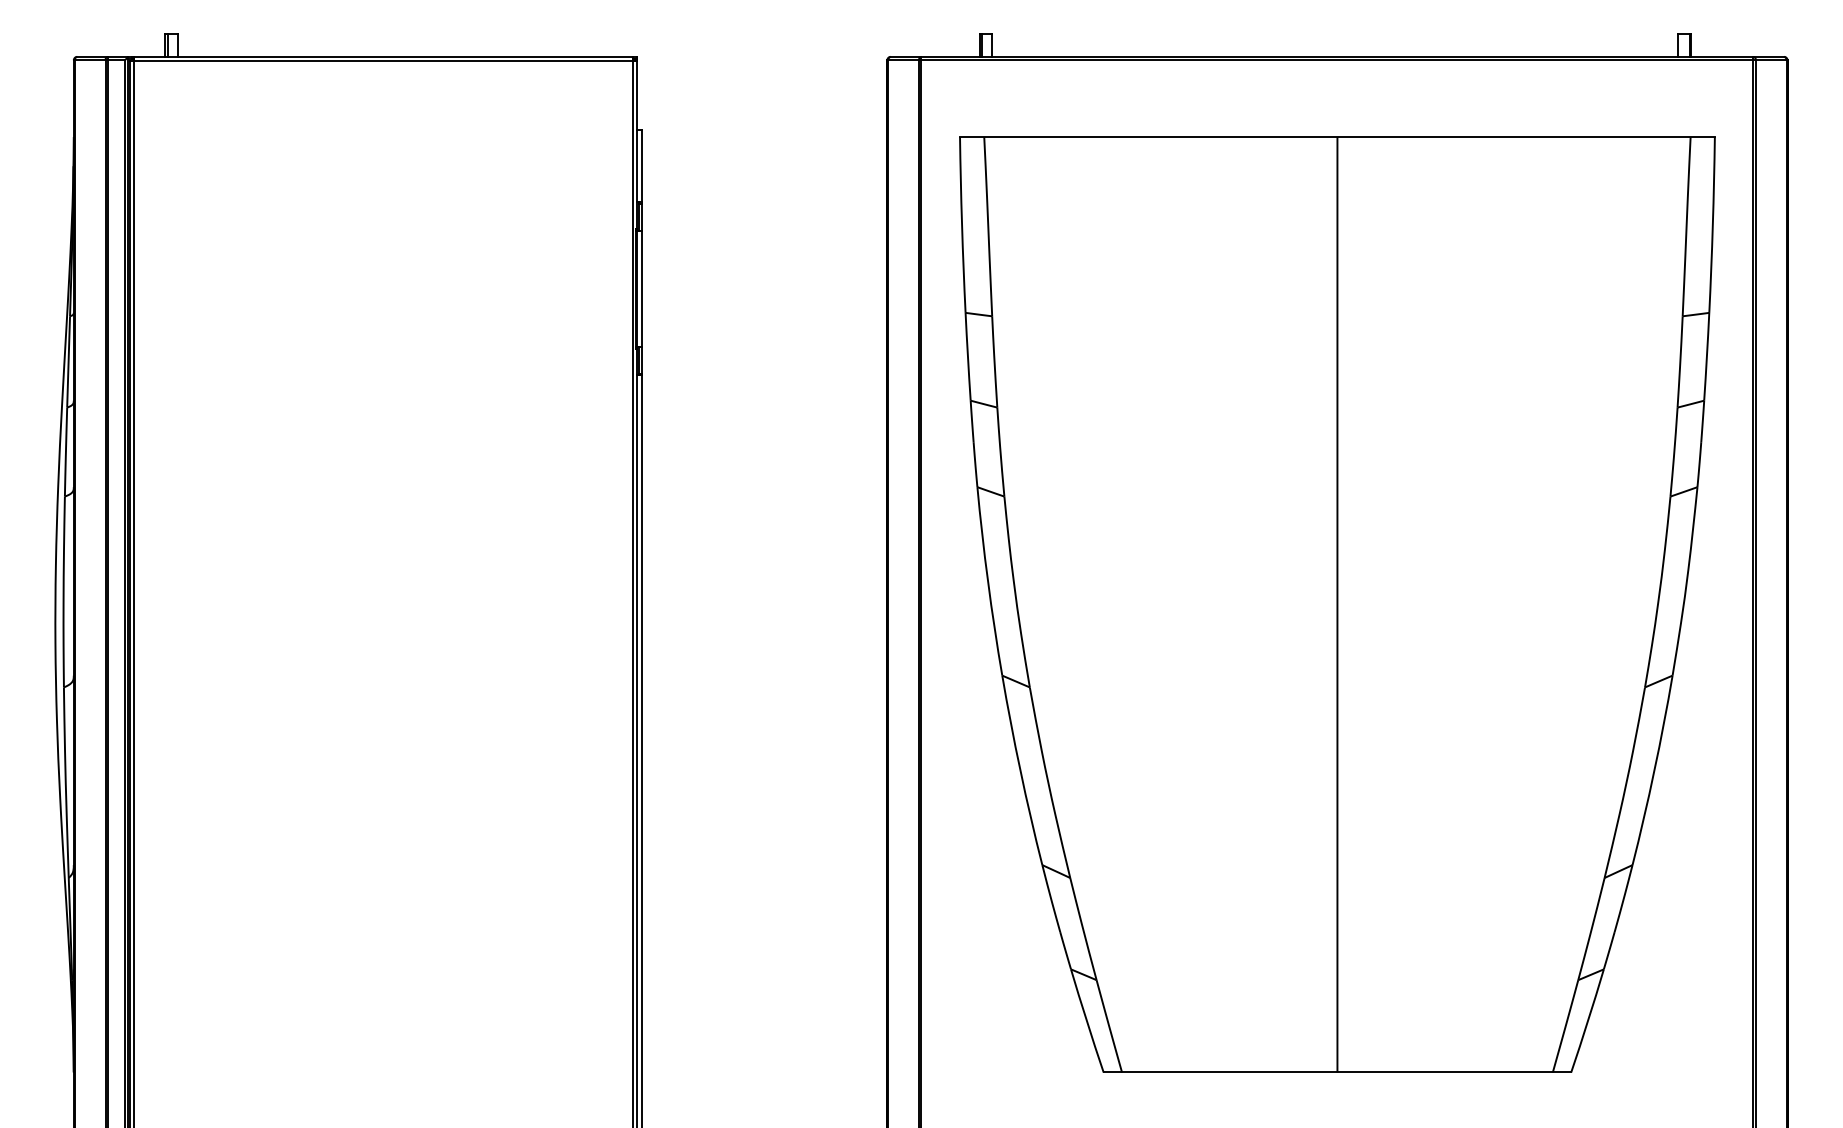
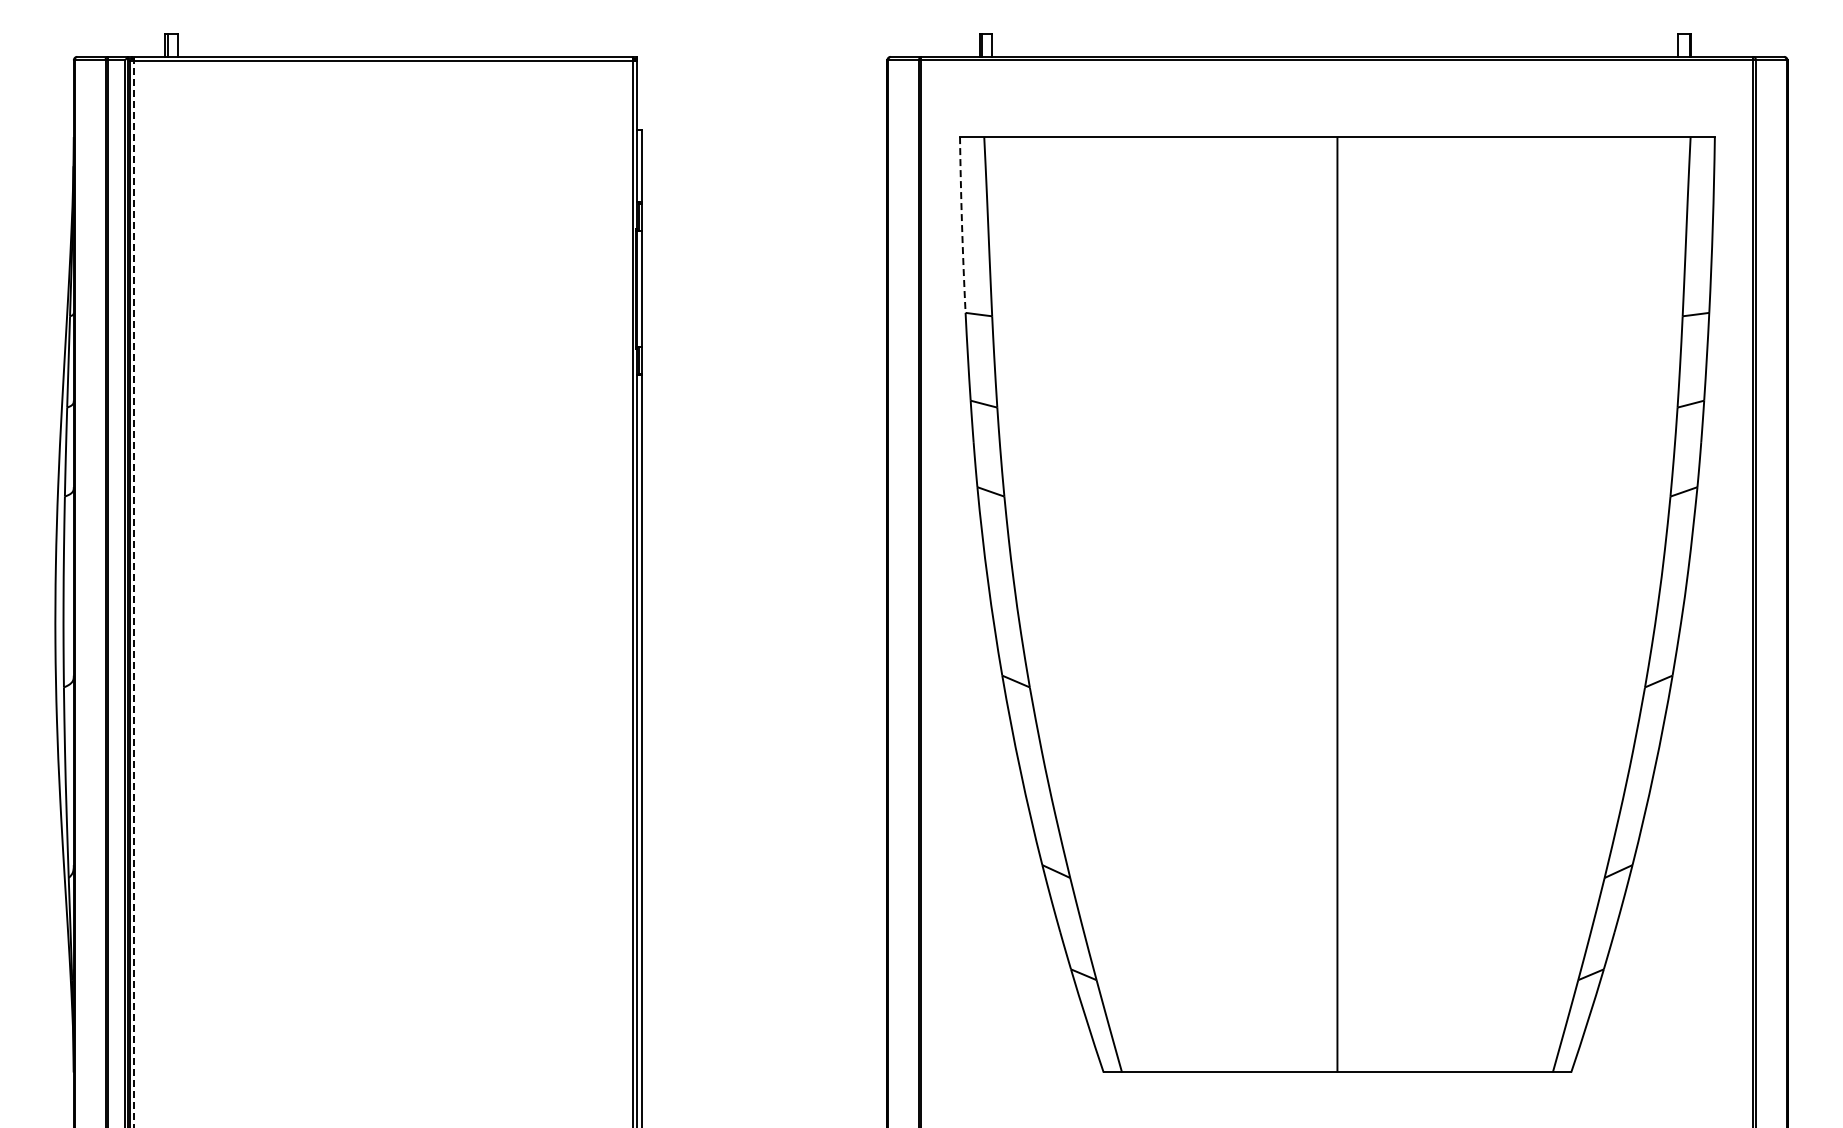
arc at (962, 225): solid -> dashed
line at (134, 592): solid -> dashed
